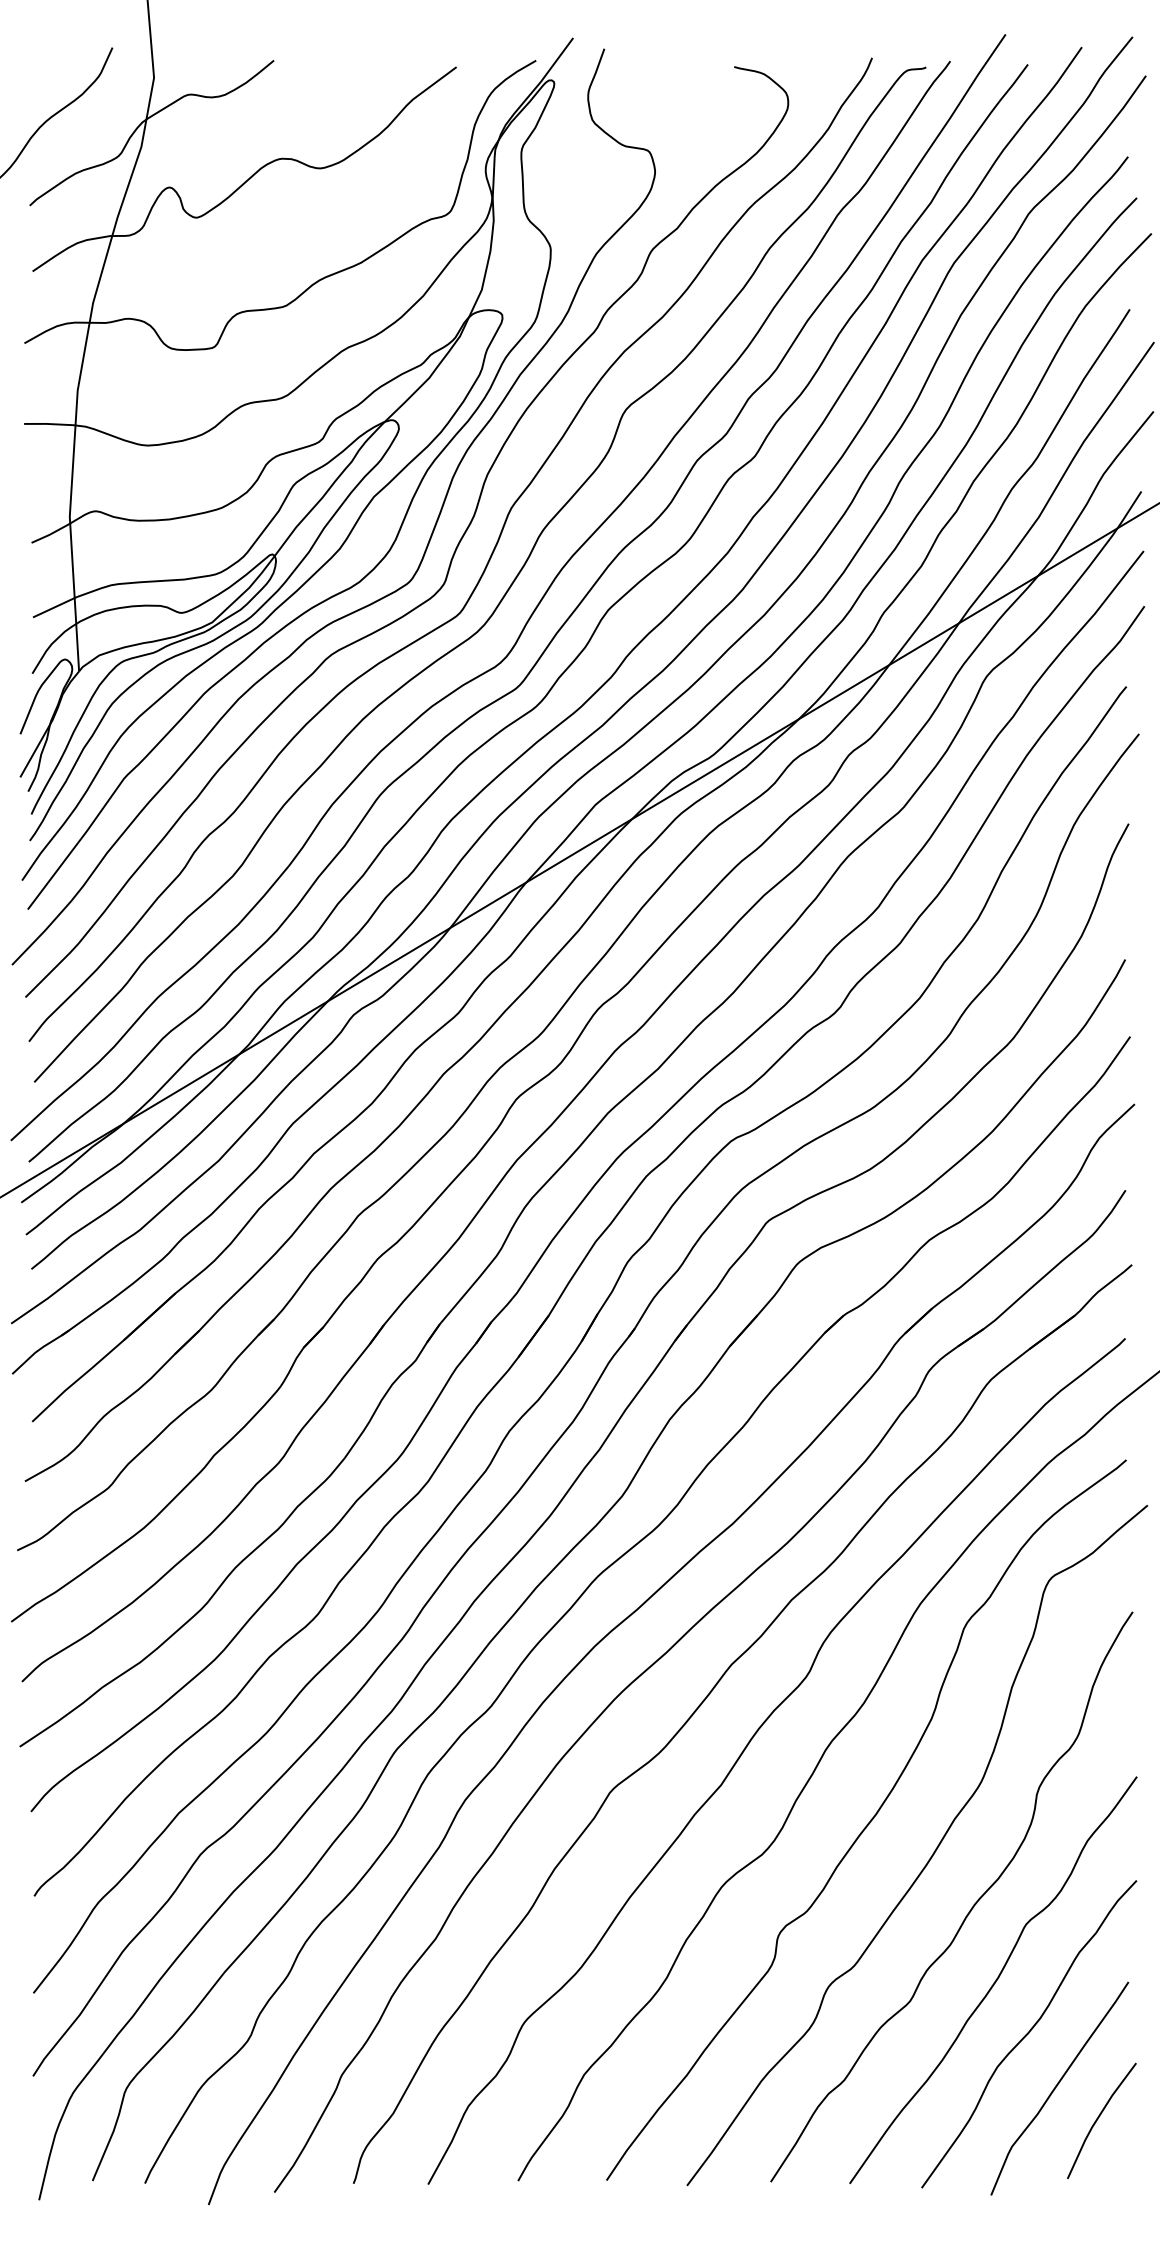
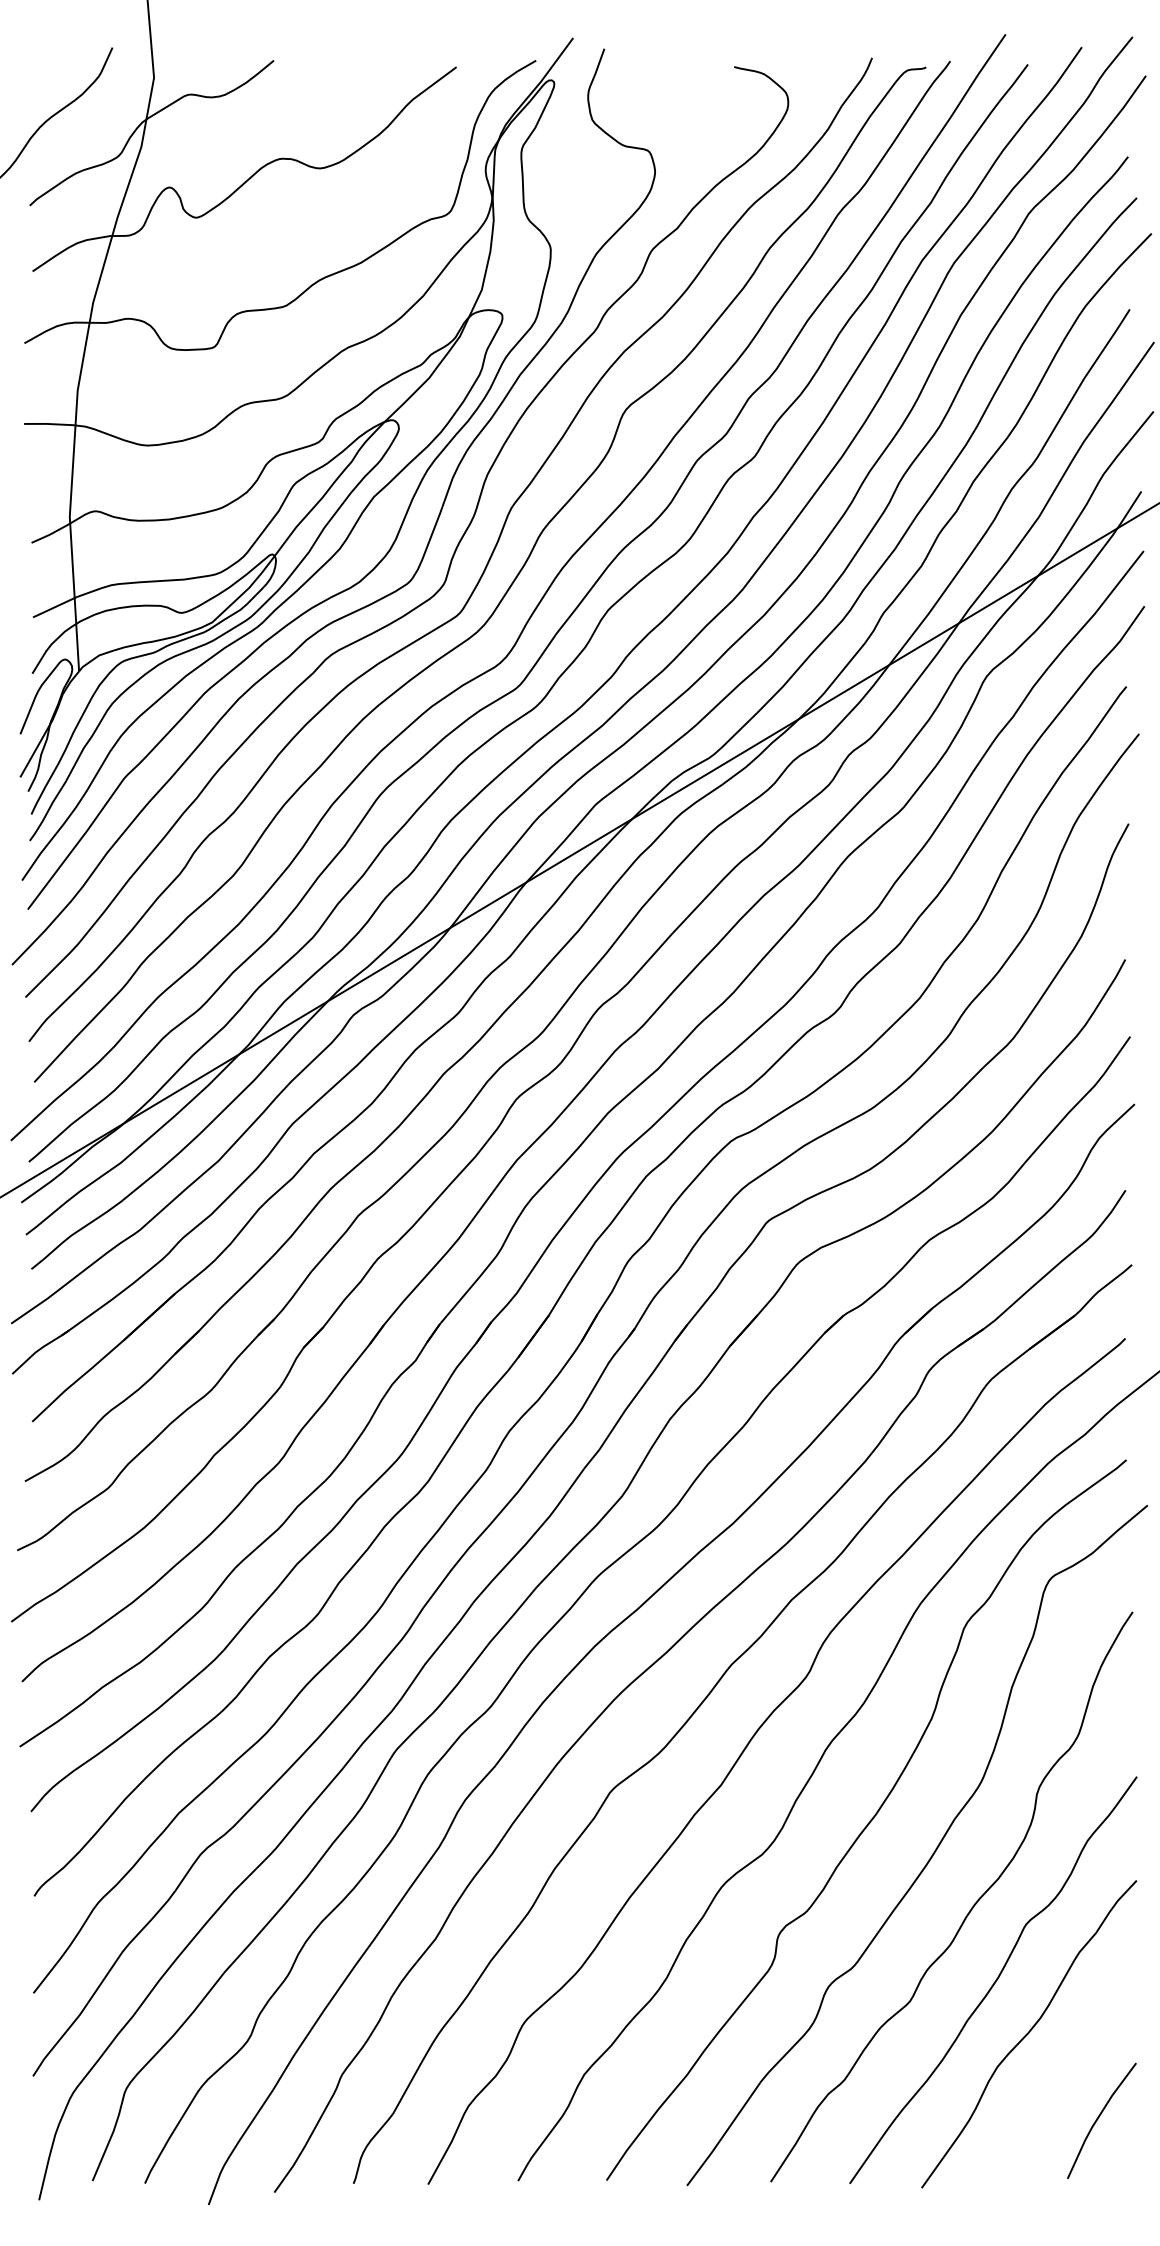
curve at (1057, 2086): present -> none
